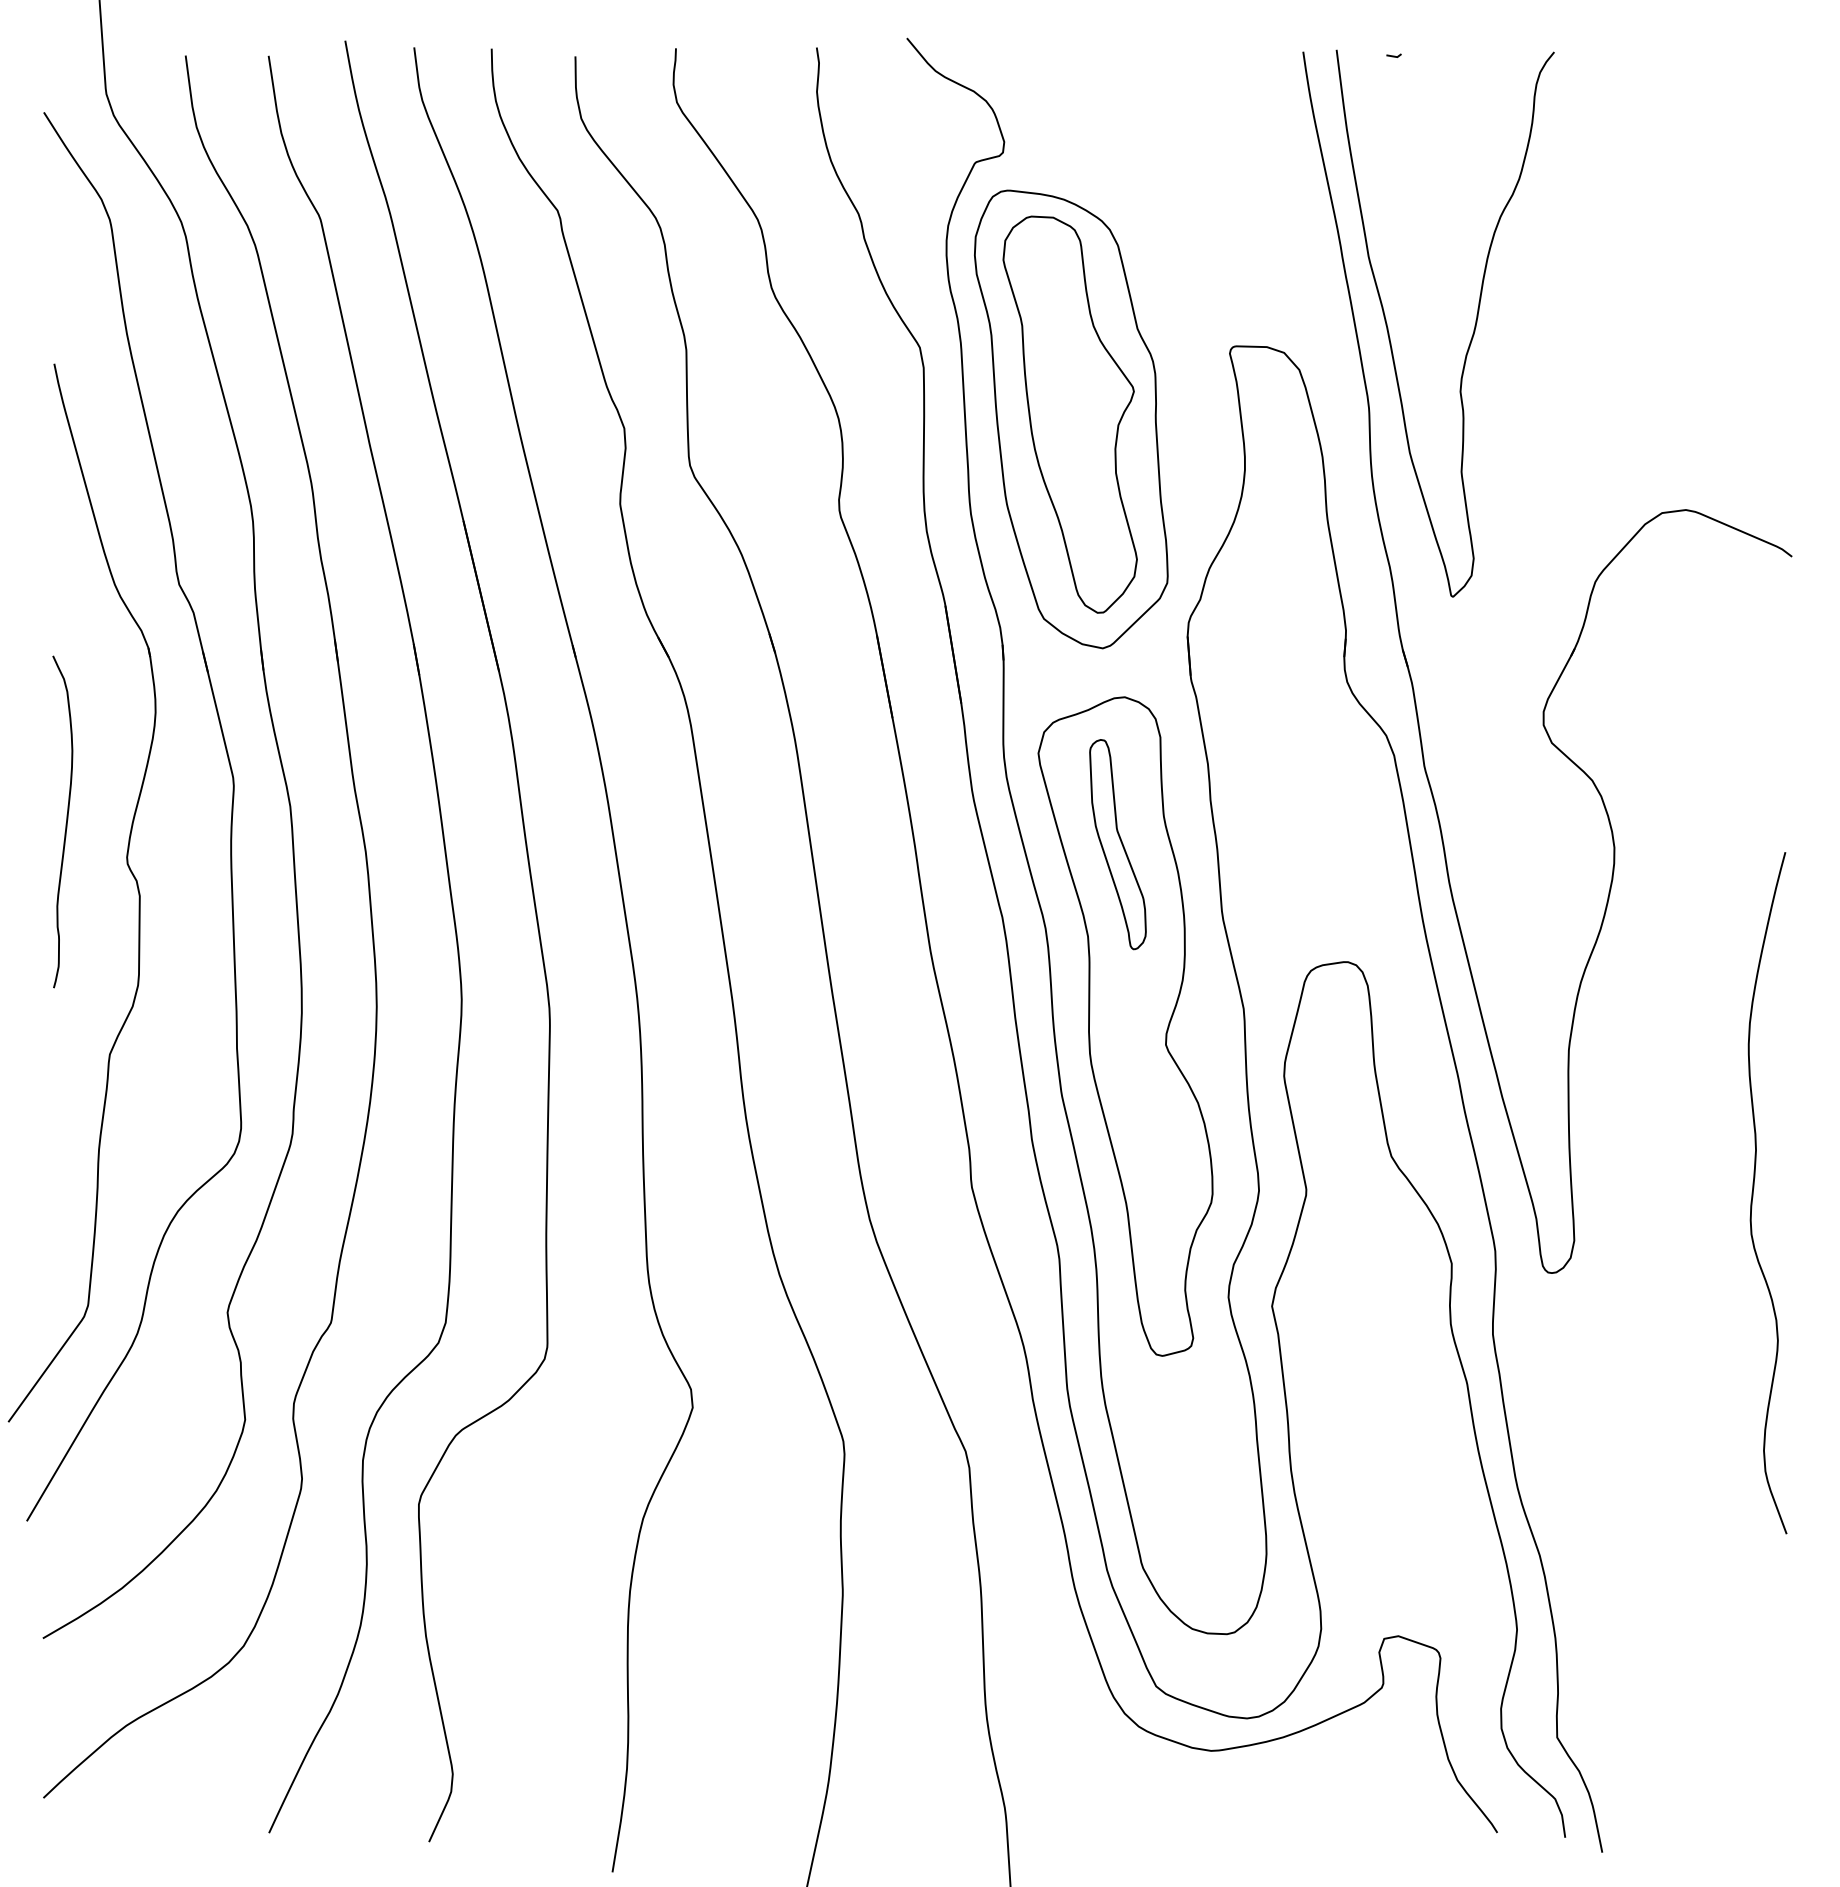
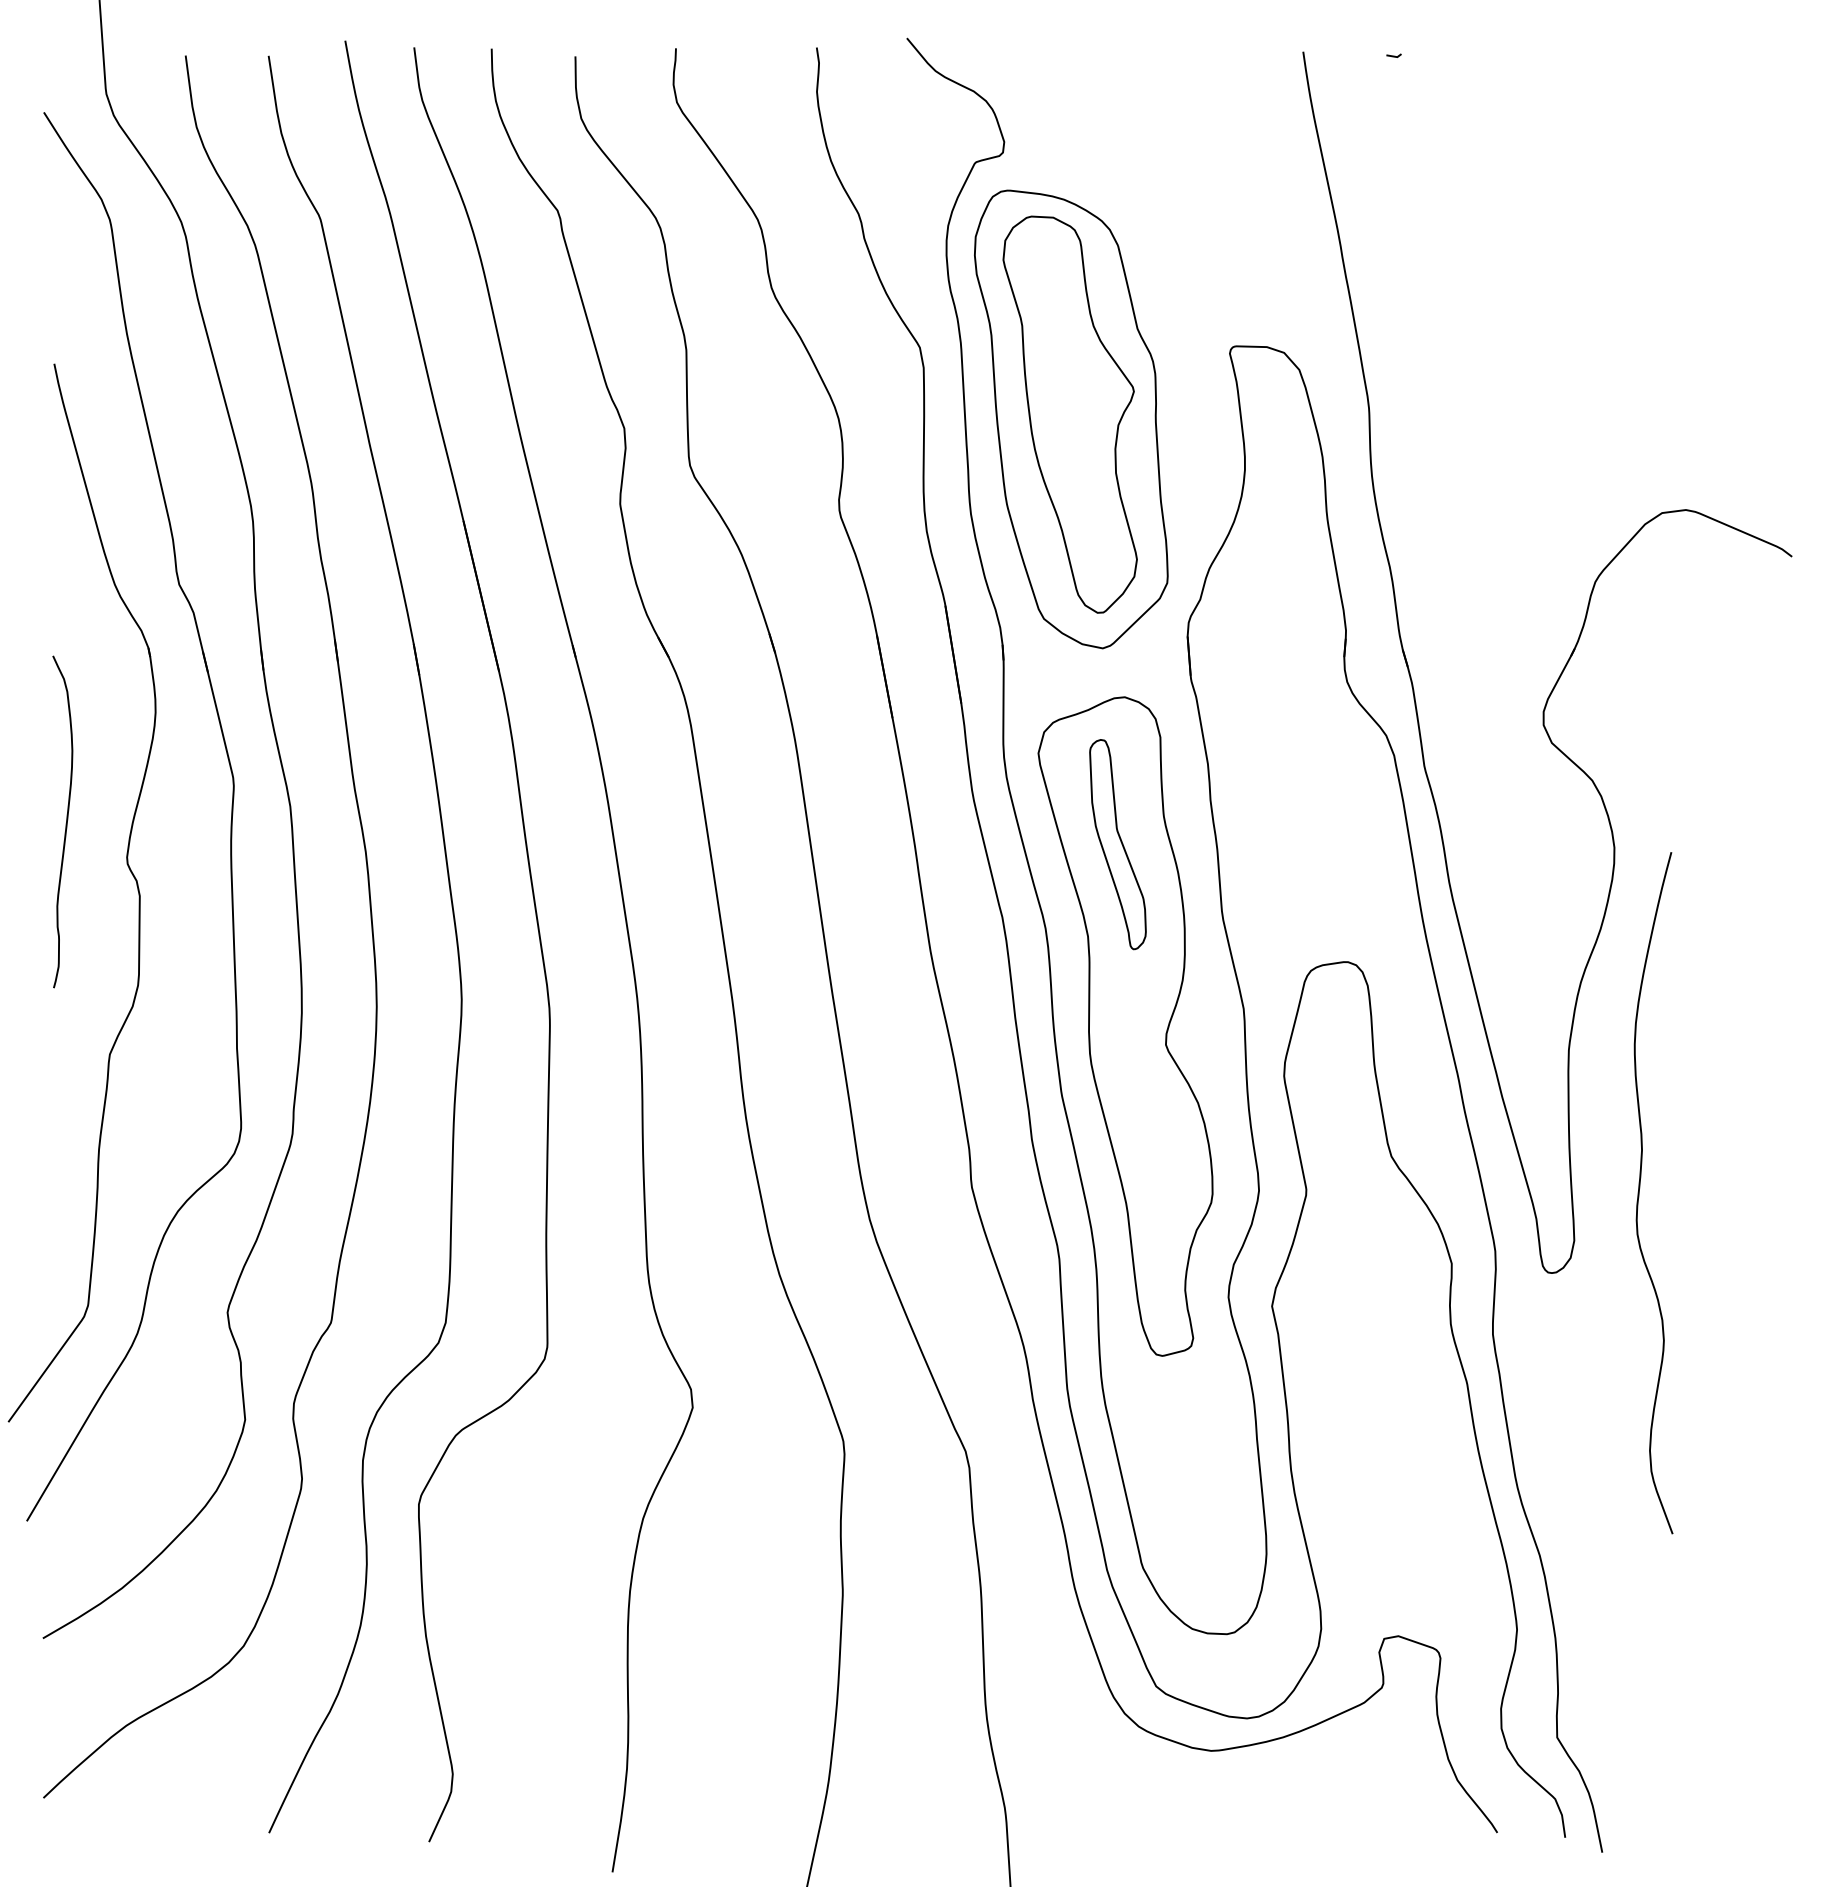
curve at (1473, 329): present -> none
curve at (1754, 1188) position: (1754, 1188) -> (1640, 1188)
